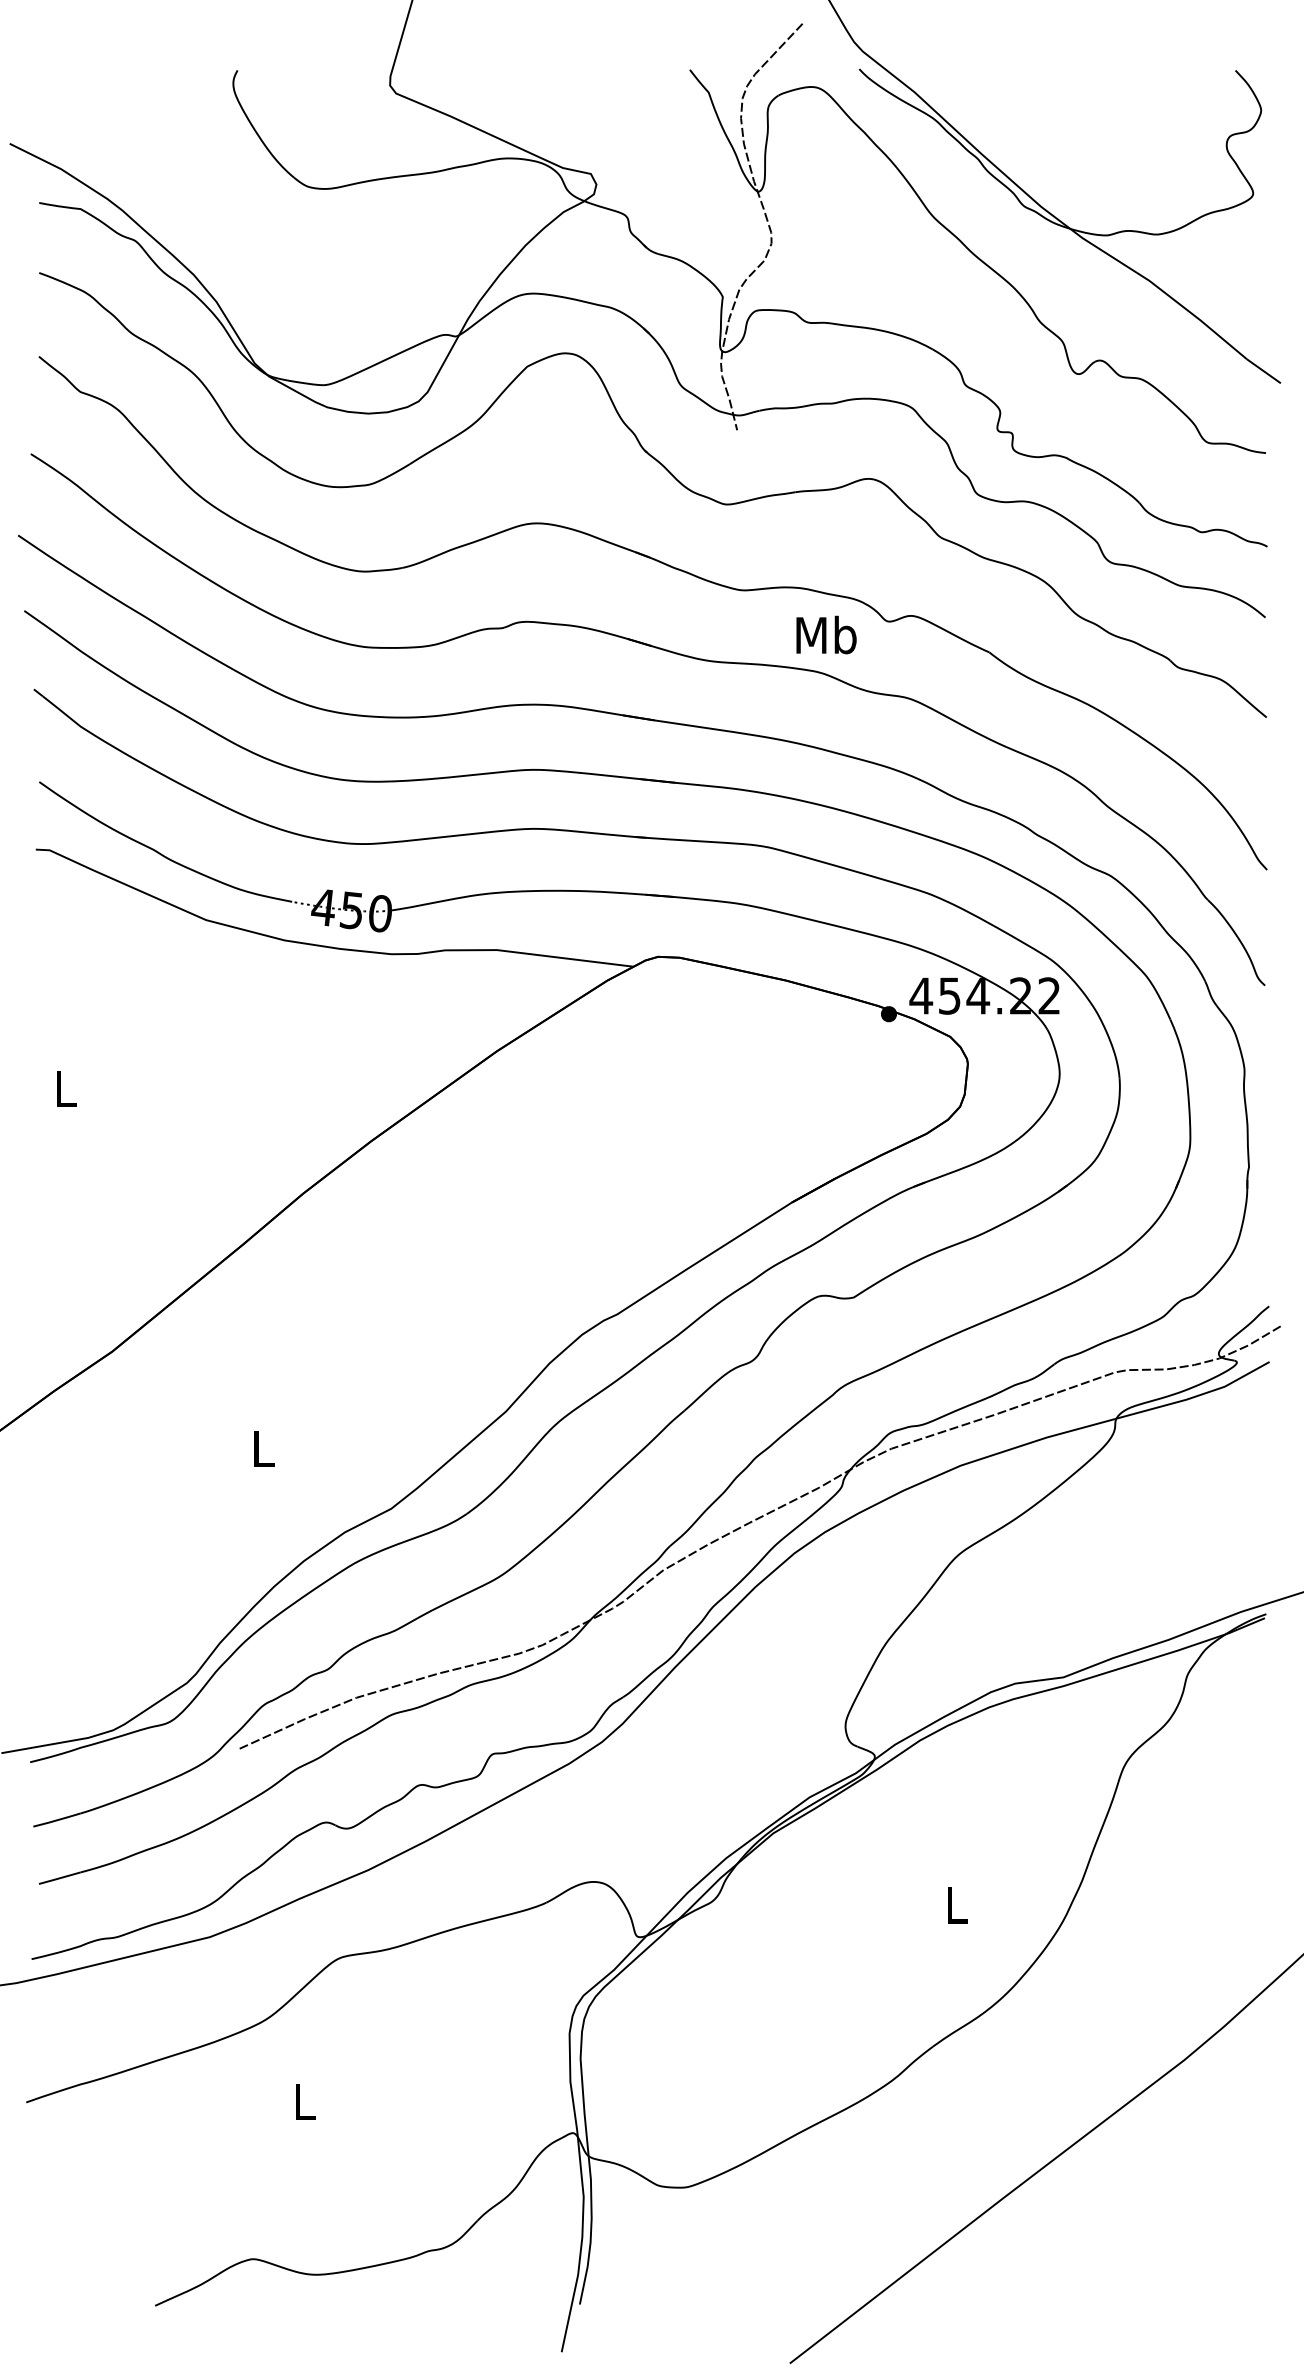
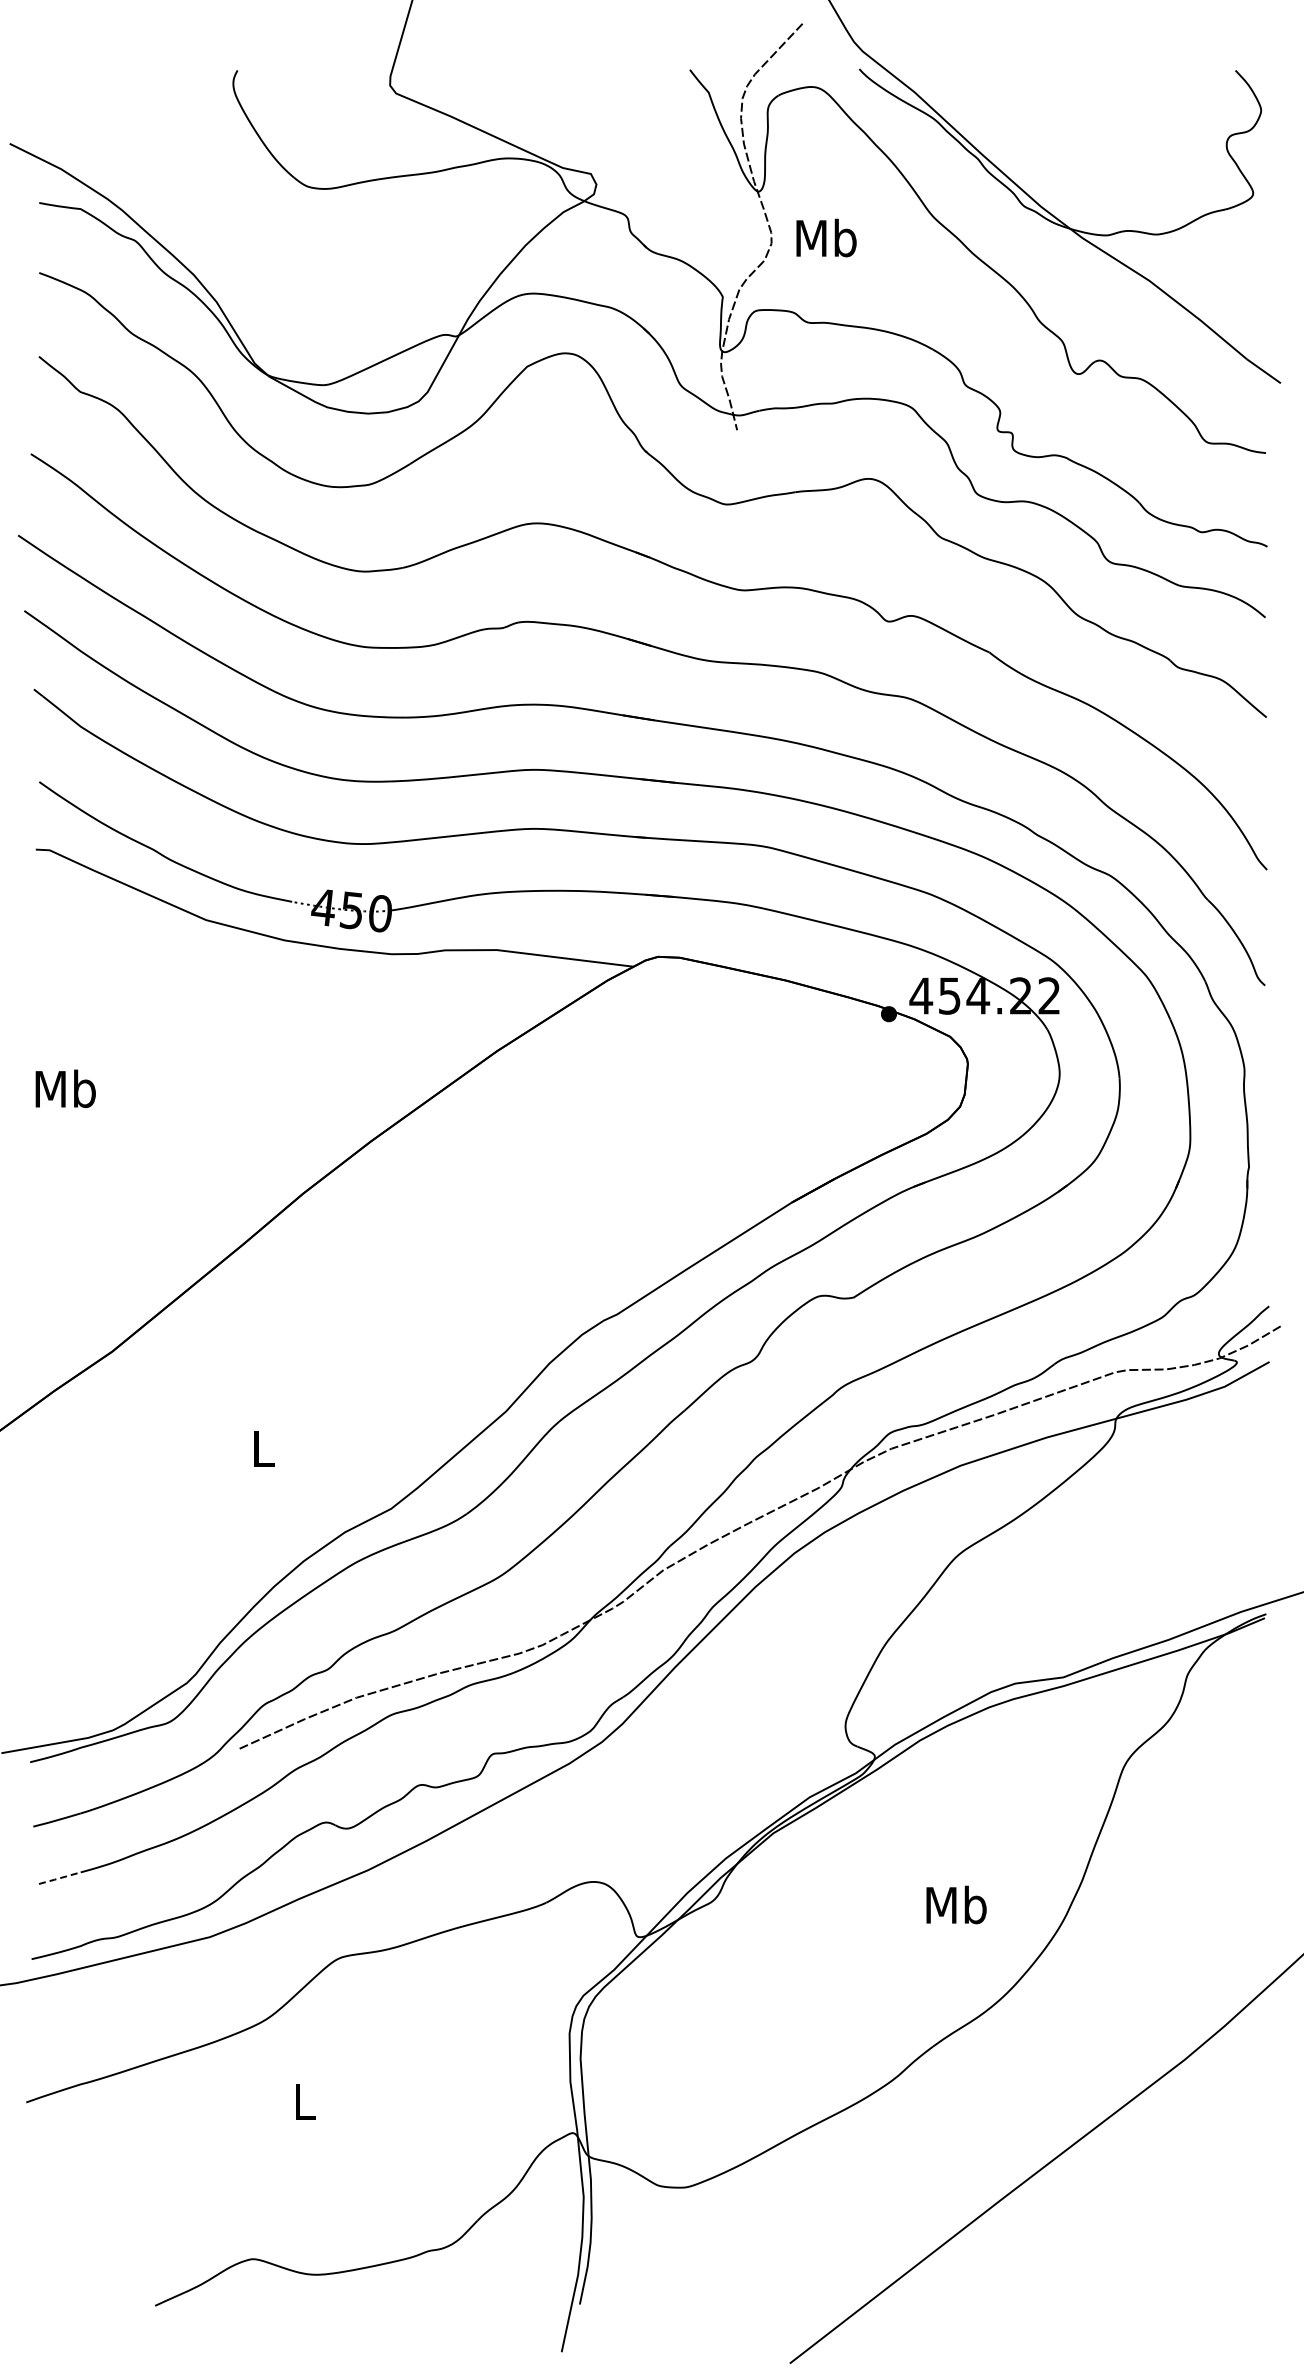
text at (826, 634) position: (826, 634) -> (826, 237)
text at (65, 1088): L -> Mb
line at (59, 1878): solid -> dashed
text at (956, 1904): L -> Mb
